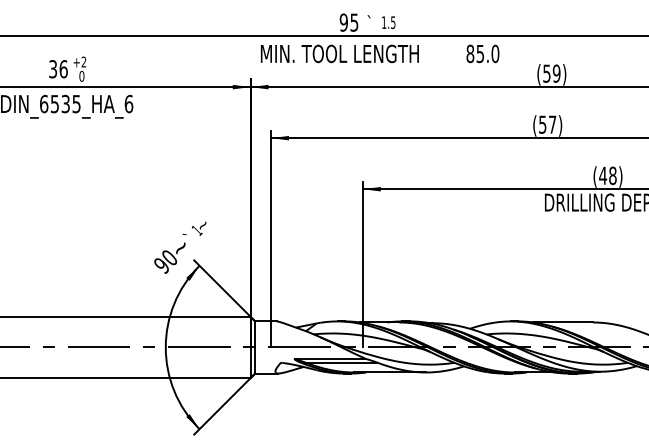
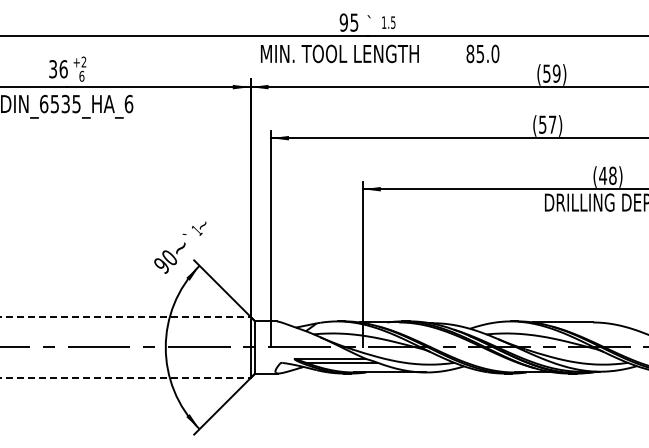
text at (81, 76): 0 -> 6
line at (125, 316): solid -> dashed
line at (125, 378): solid -> dashed
